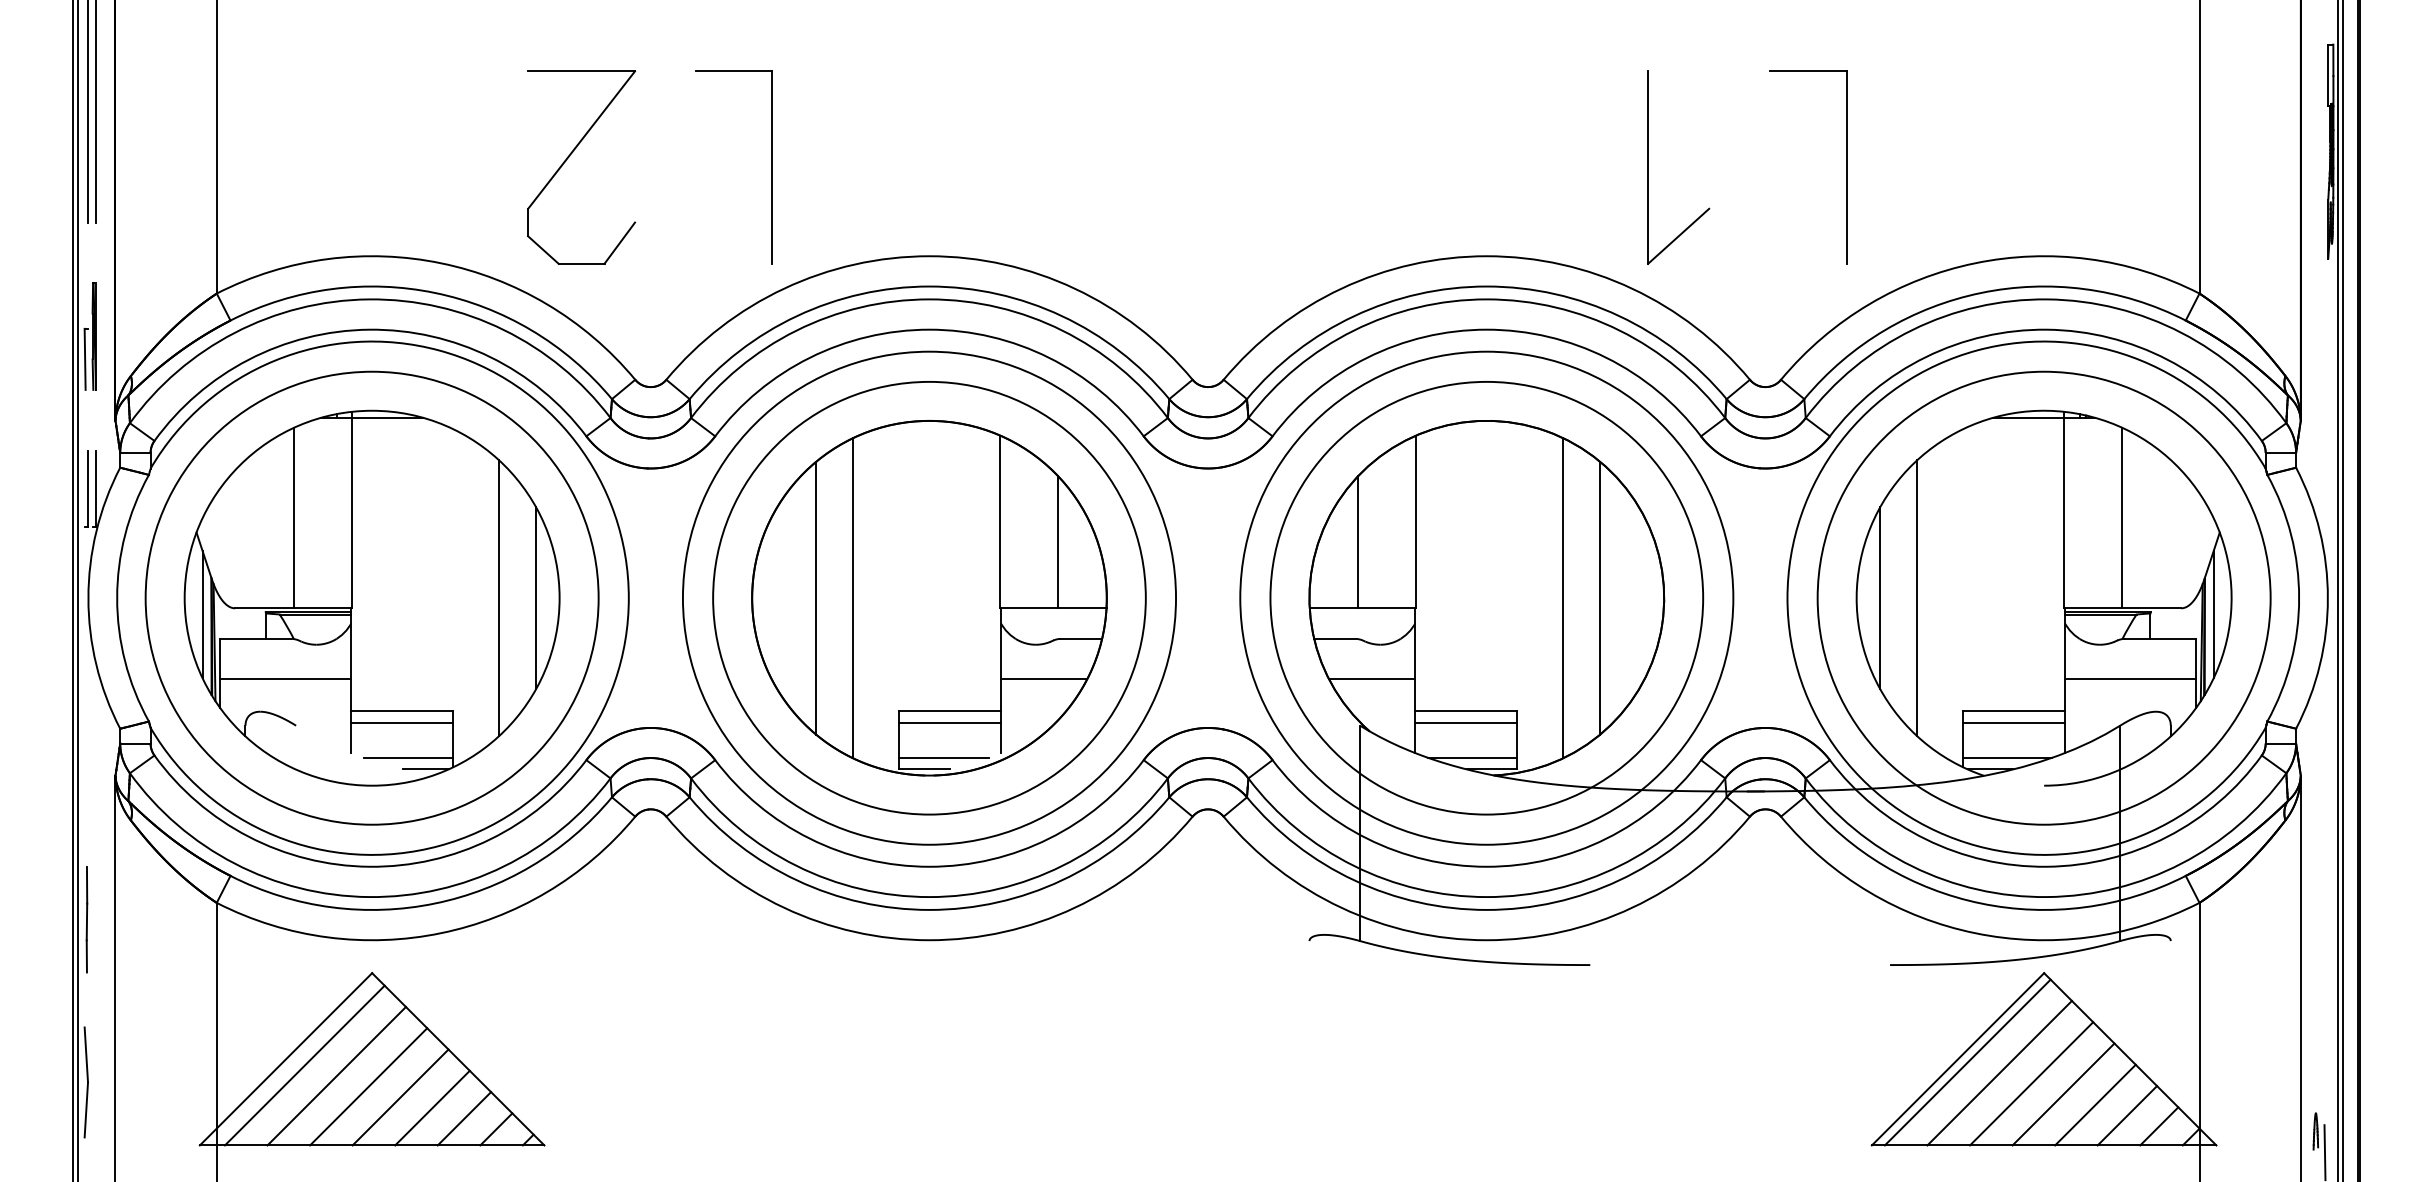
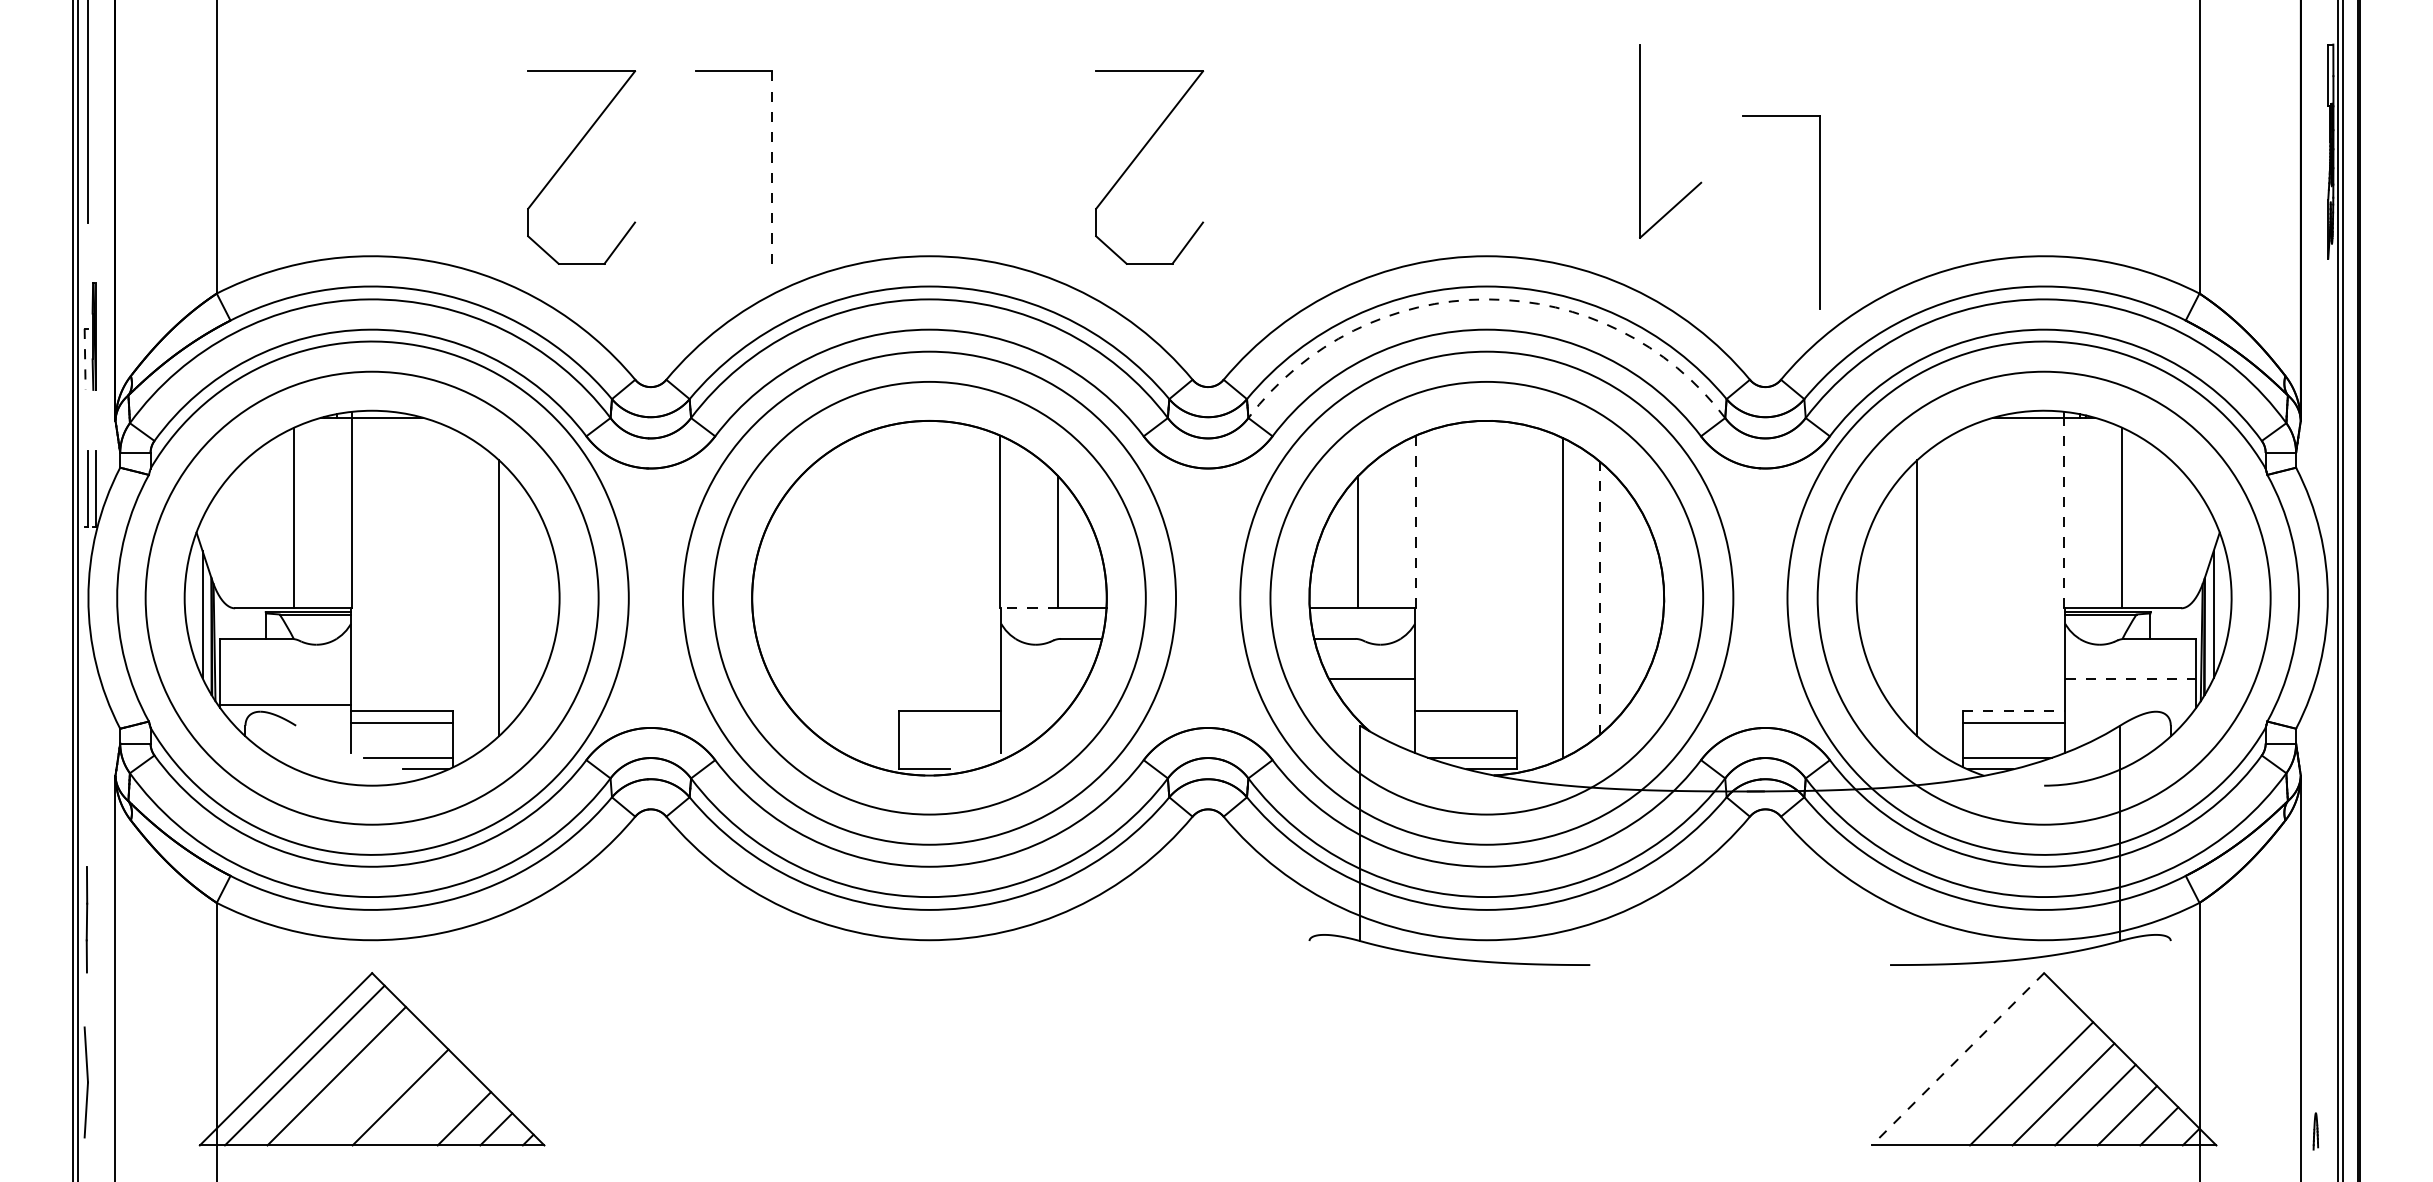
line at (95, 112): present -> none
part at (1138, 156): none -> present
line at (772, 167): solid -> dashed
part at (1648, 167) position: (1648, 167) -> (1640, 141)
part at (1846, 167) position: (1846, 167) -> (1819, 212)
arc at (1486, 299): solid -> dashed
line at (85, 359): solid -> dashed
line at (2064, 512): solid -> dashed
line at (1415, 521): solid -> dashed
line at (816, 597): present -> none
line at (1600, 597): solid -> dashed
line at (536, 598): present -> none
line at (853, 598): present -> none
line at (1880, 598): present -> none
line at (1029, 608): solid -> dashed
line at (285, 679) position: (285, 679) -> (285, 705)
line at (1044, 679): present -> none
line at (2131, 679): solid -> dashed
line at (2014, 710): solid -> dashed
line at (950, 722): present -> none
line at (1465, 722): present -> none
line at (943, 757): present -> none
line at (1958, 1059): solid -> dashed
line at (1967, 1062): present -> none
line at (1999, 1072): present -> none
line at (368, 1086): present -> none
line at (432, 1107): present -> none
line at (2324, 1151): present -> none
